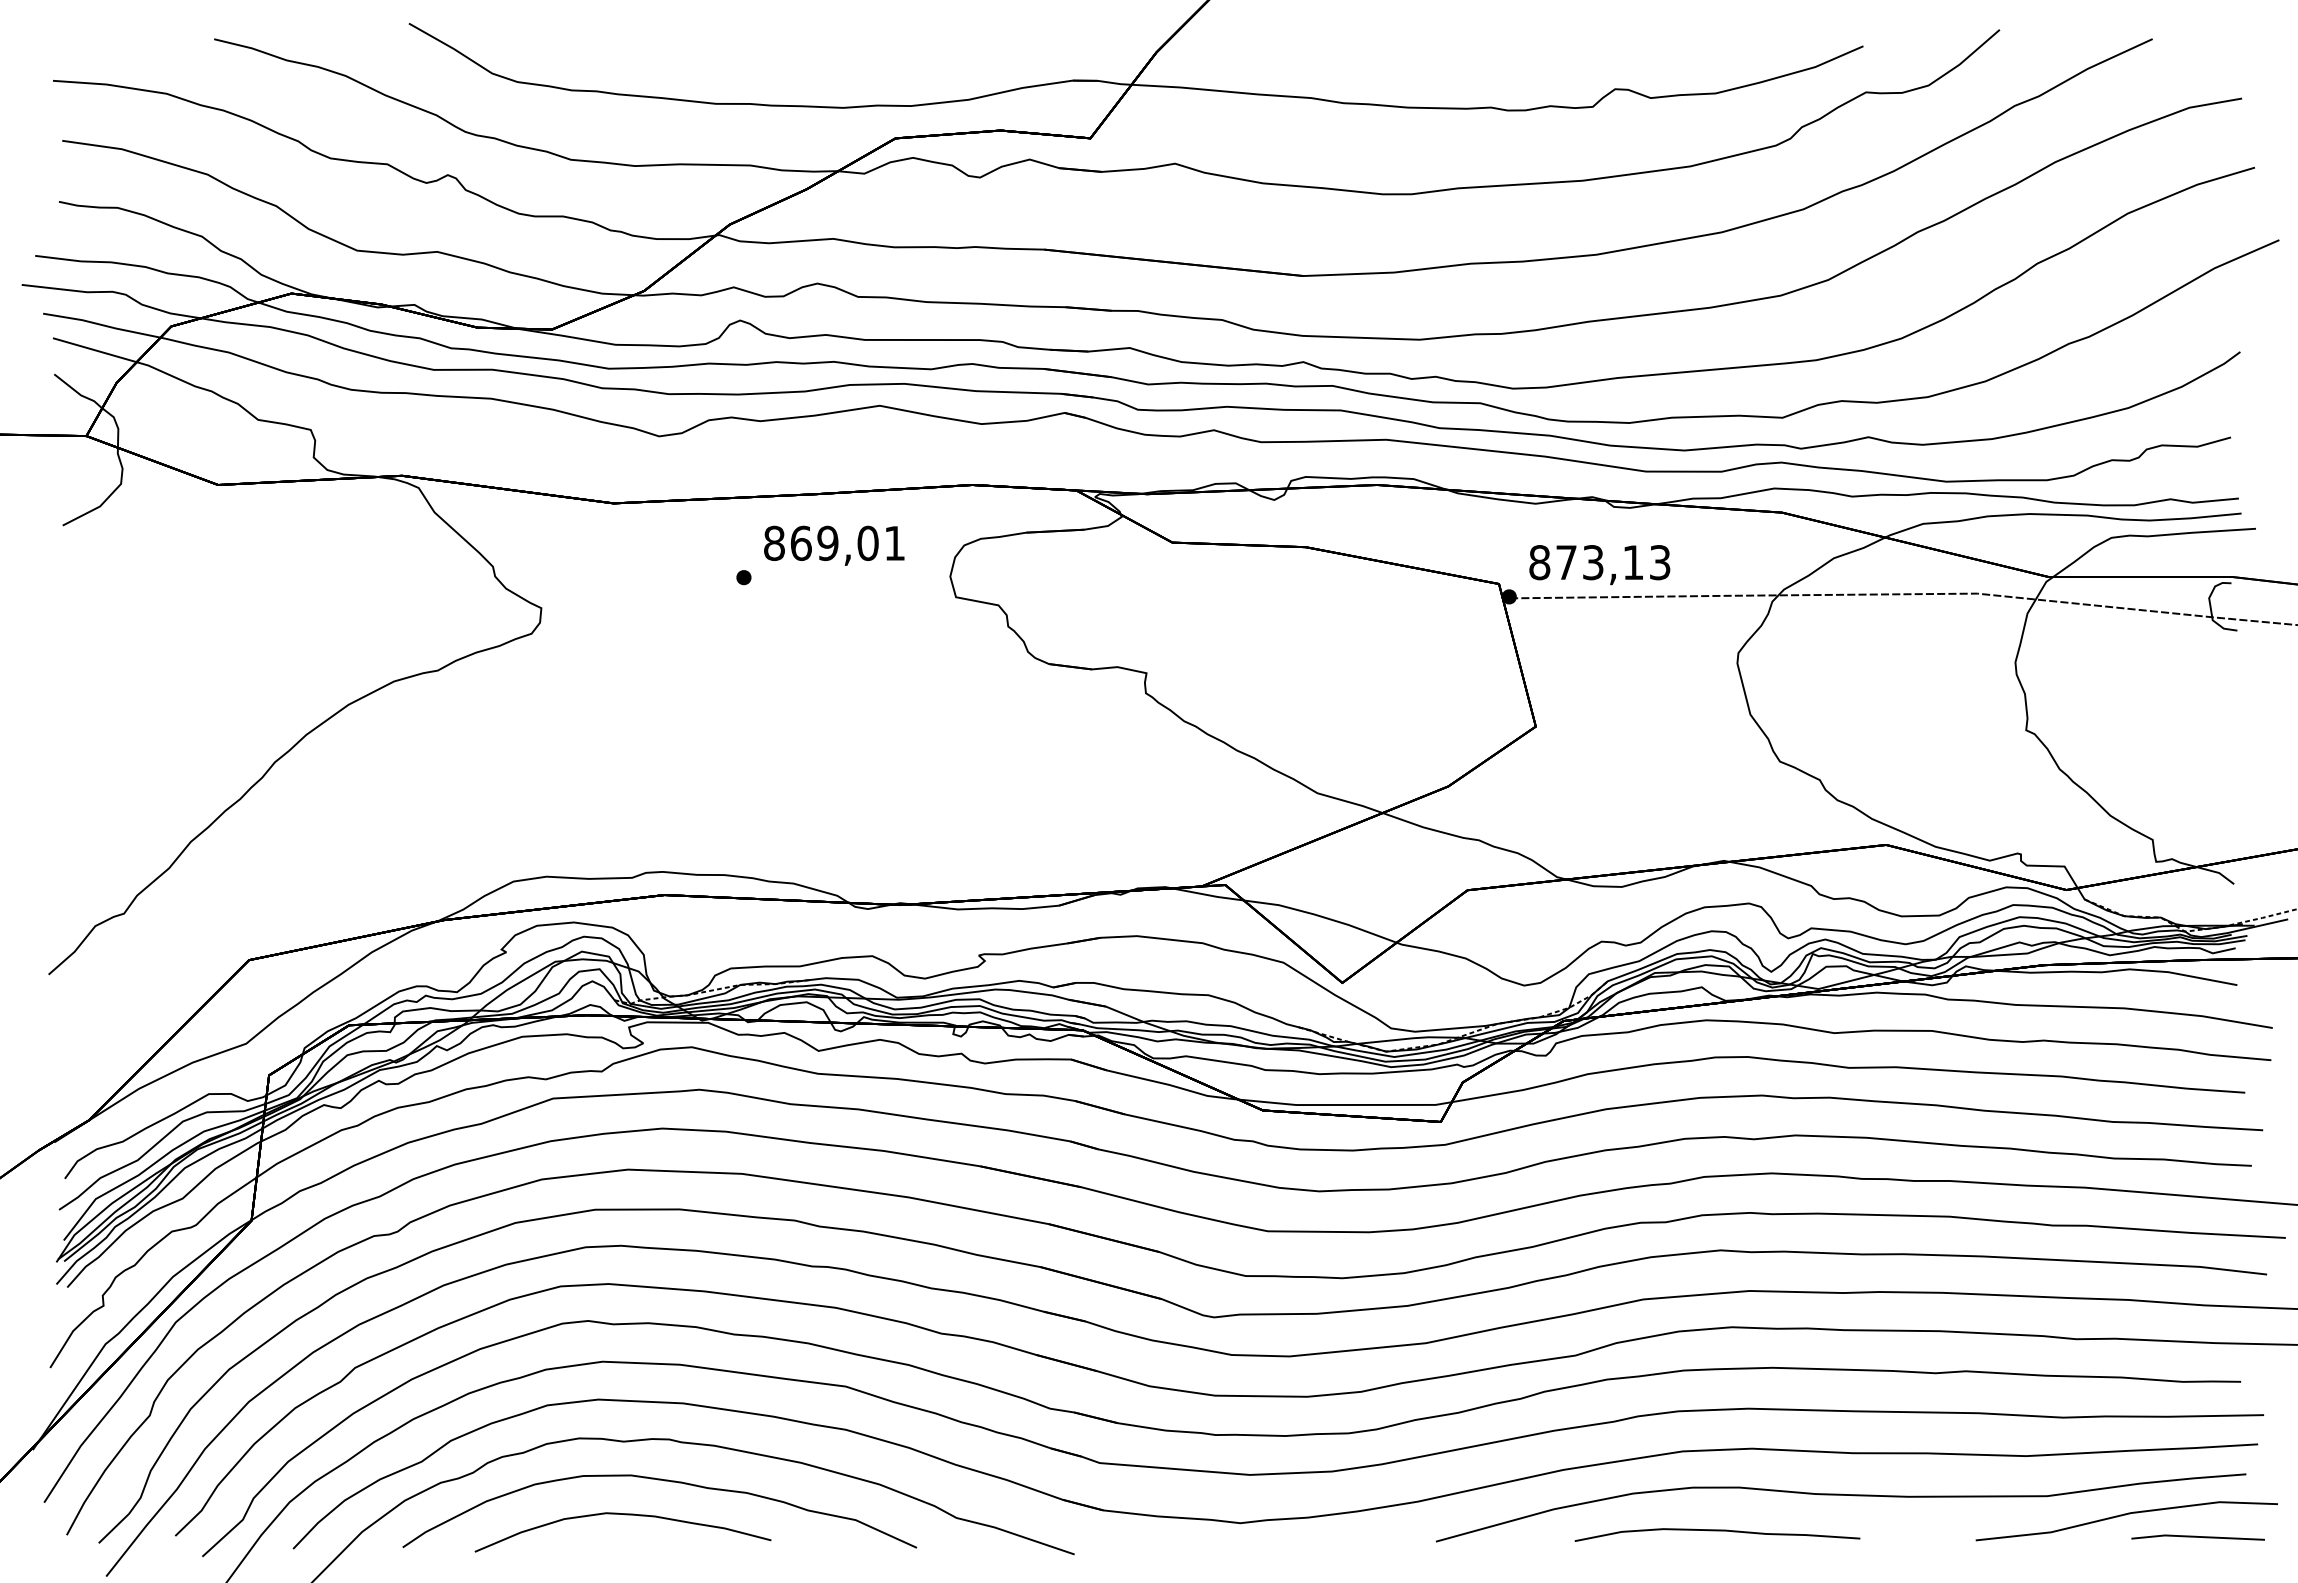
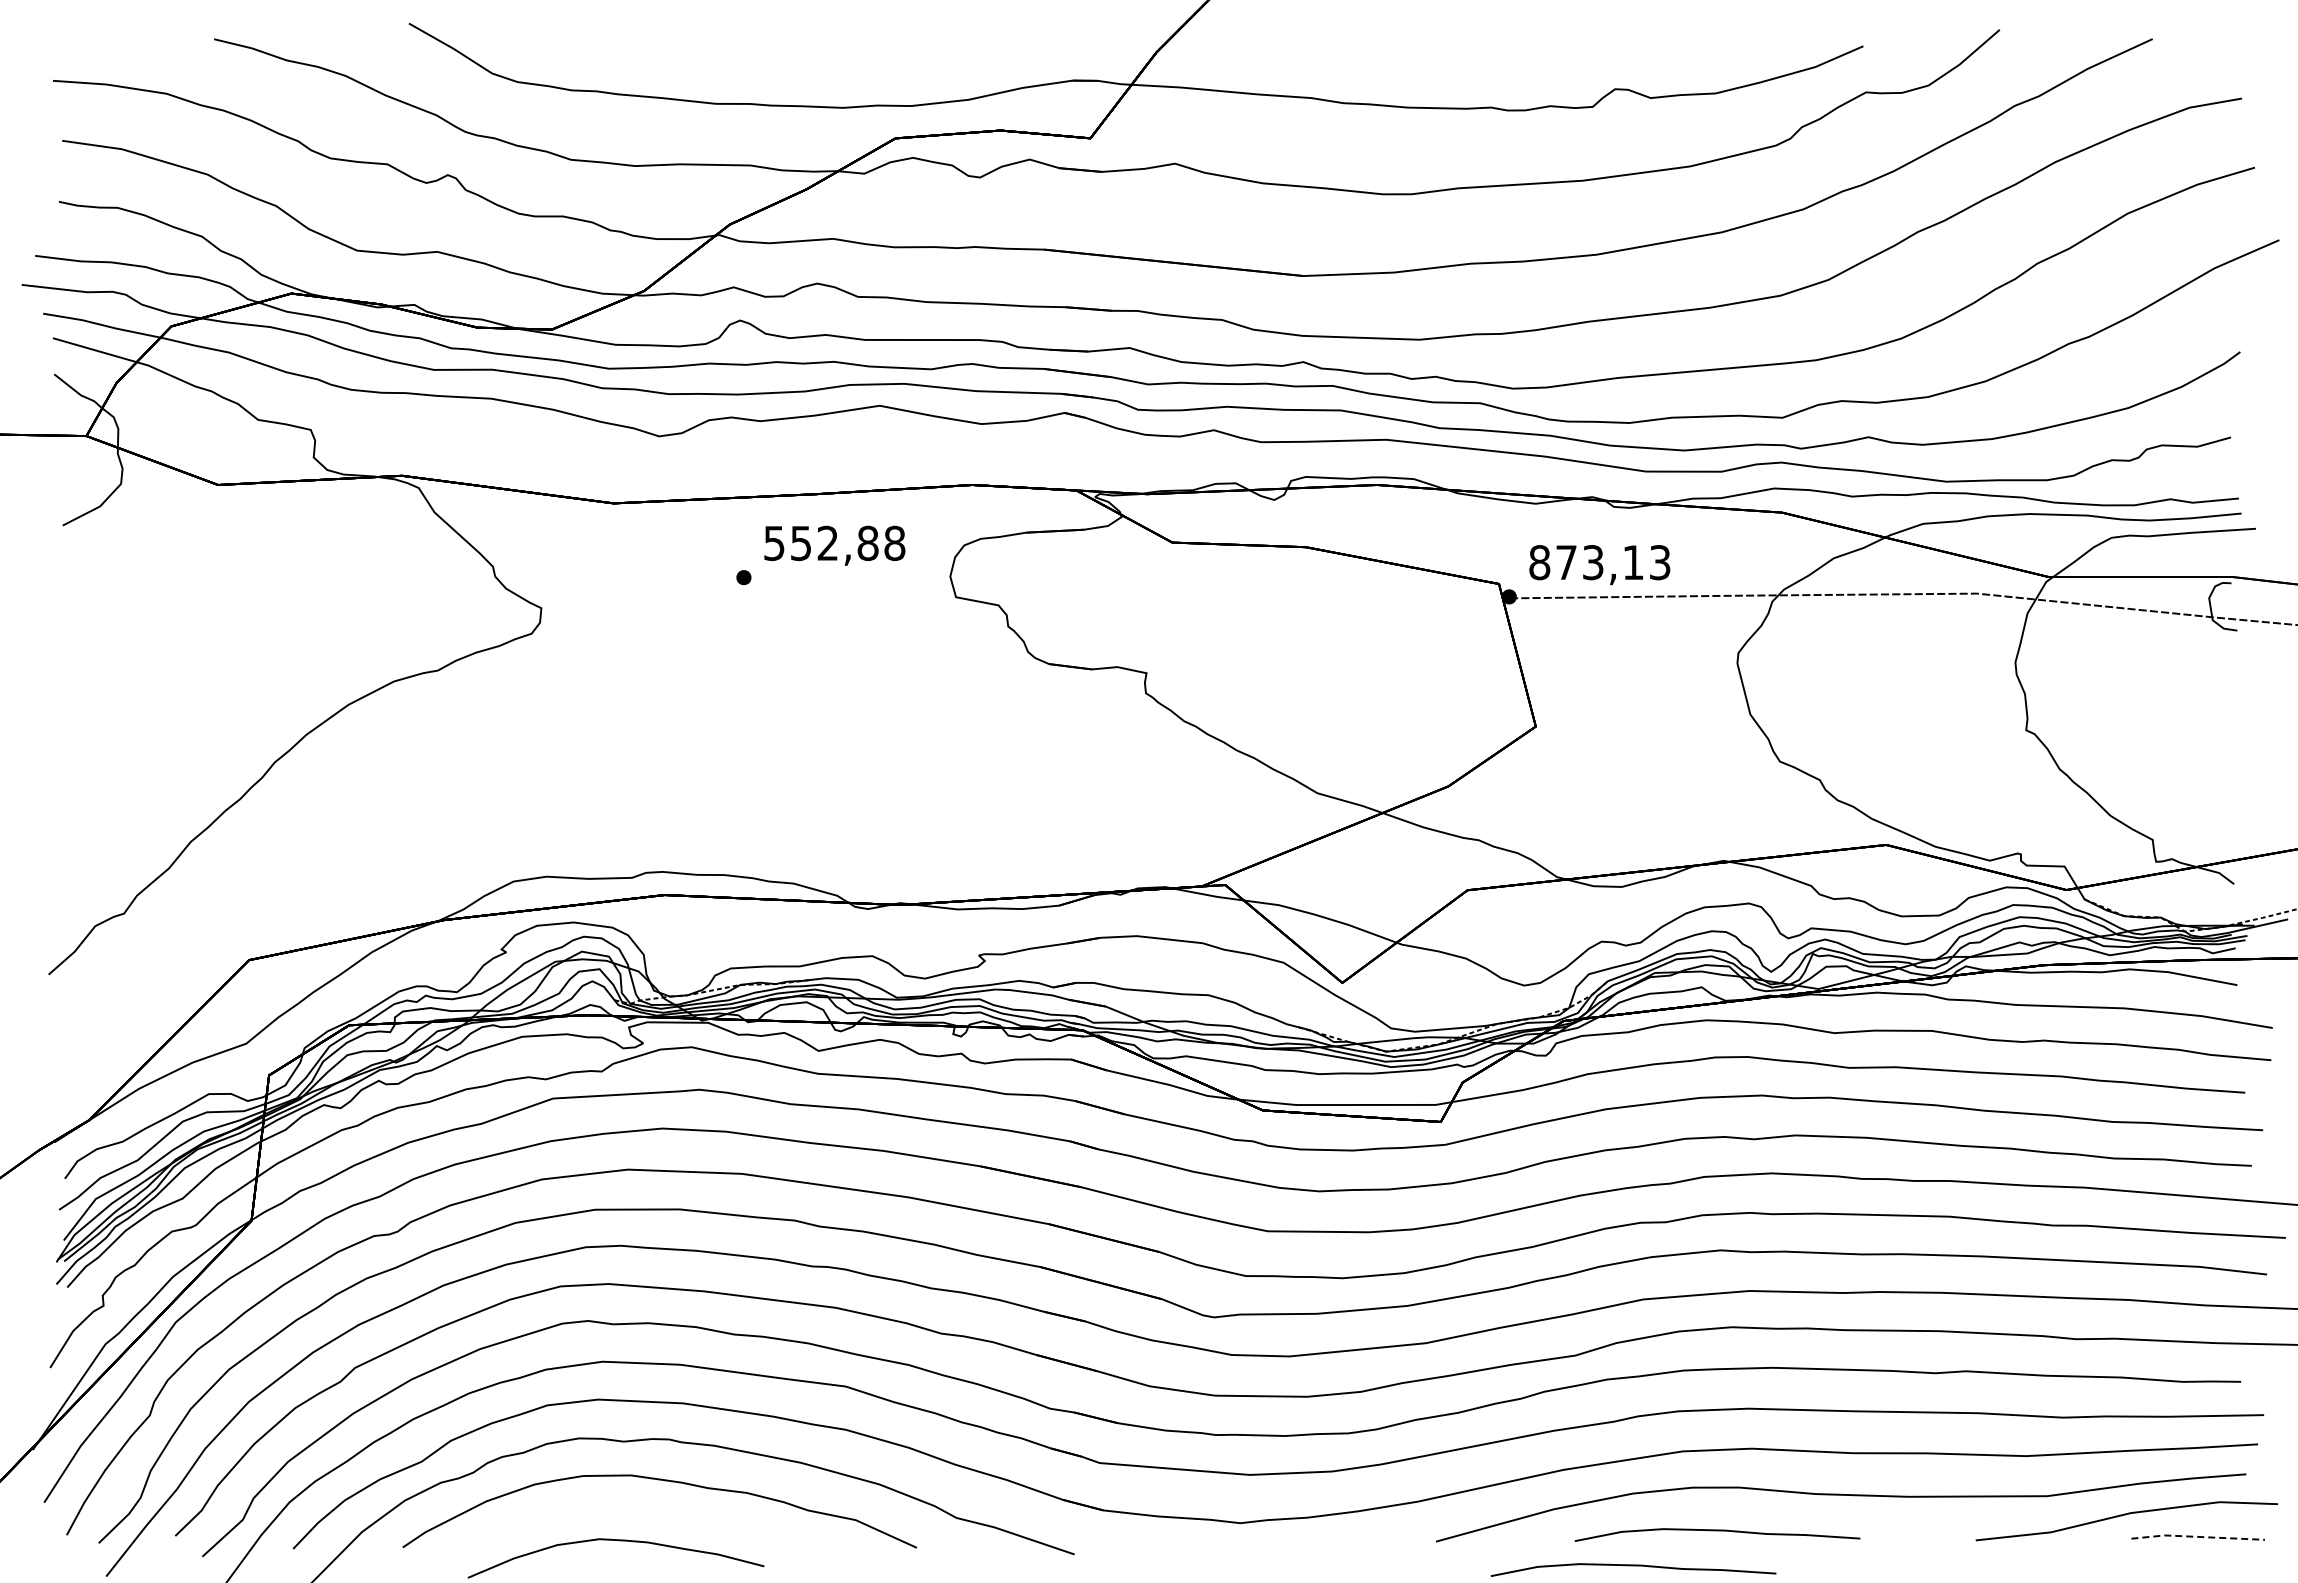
text at (834, 543): 869,01 -> 552,88
curve at (625, 1515) position: (625, 1515) -> (618, 1541)
line at (2197, 1536): solid -> dashed
curve at (1633, 1566): none -> present
